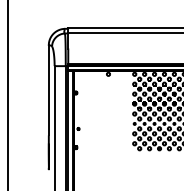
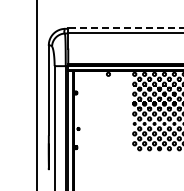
line at (125, 28): solid -> dashed
line at (8, 94) position: (8, 94) -> (37, 94)
